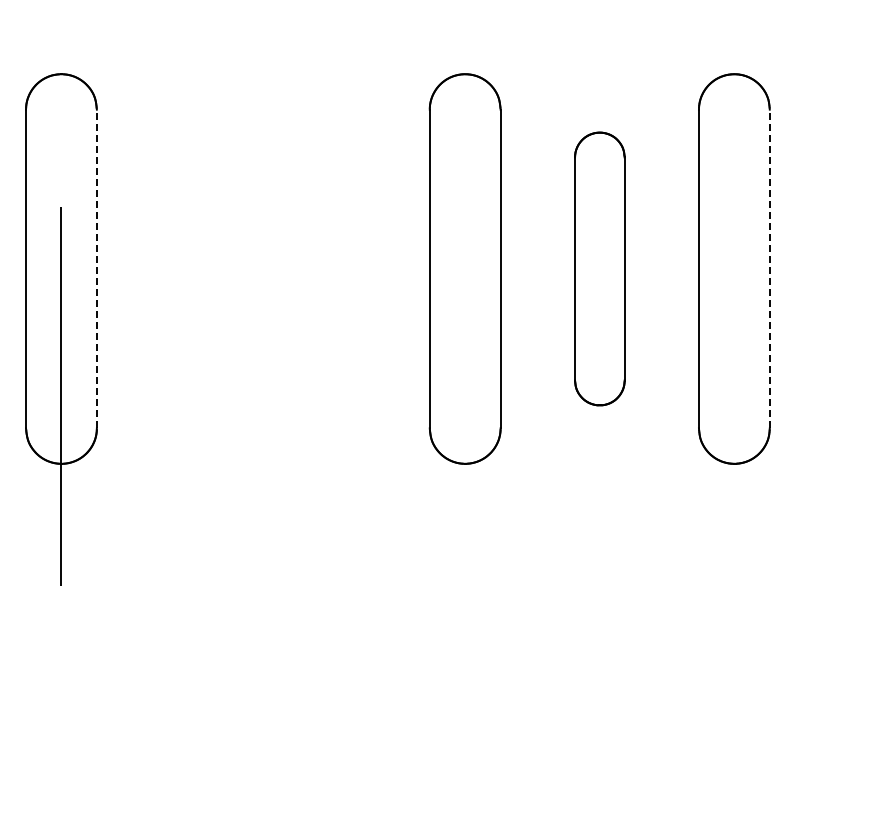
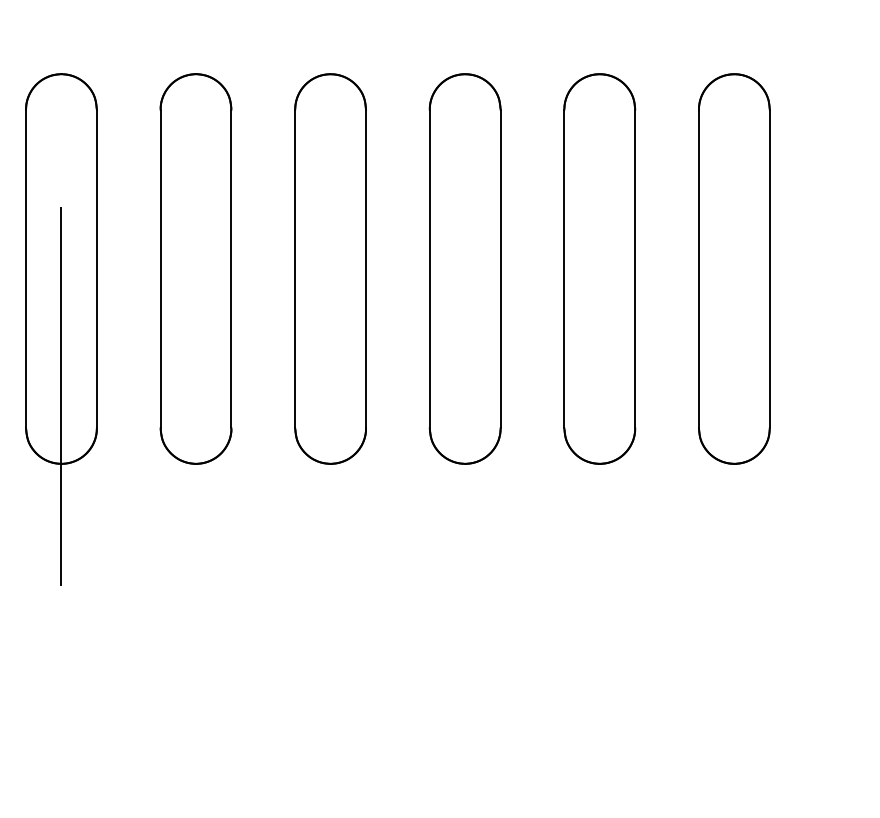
line at (96, 268): dashed -> solid
part at (195, 268): none -> present
part at (330, 268): none -> present
part at (599, 268) size: 52x276 px -> 74x392 px
line at (769, 268): dashed -> solid
